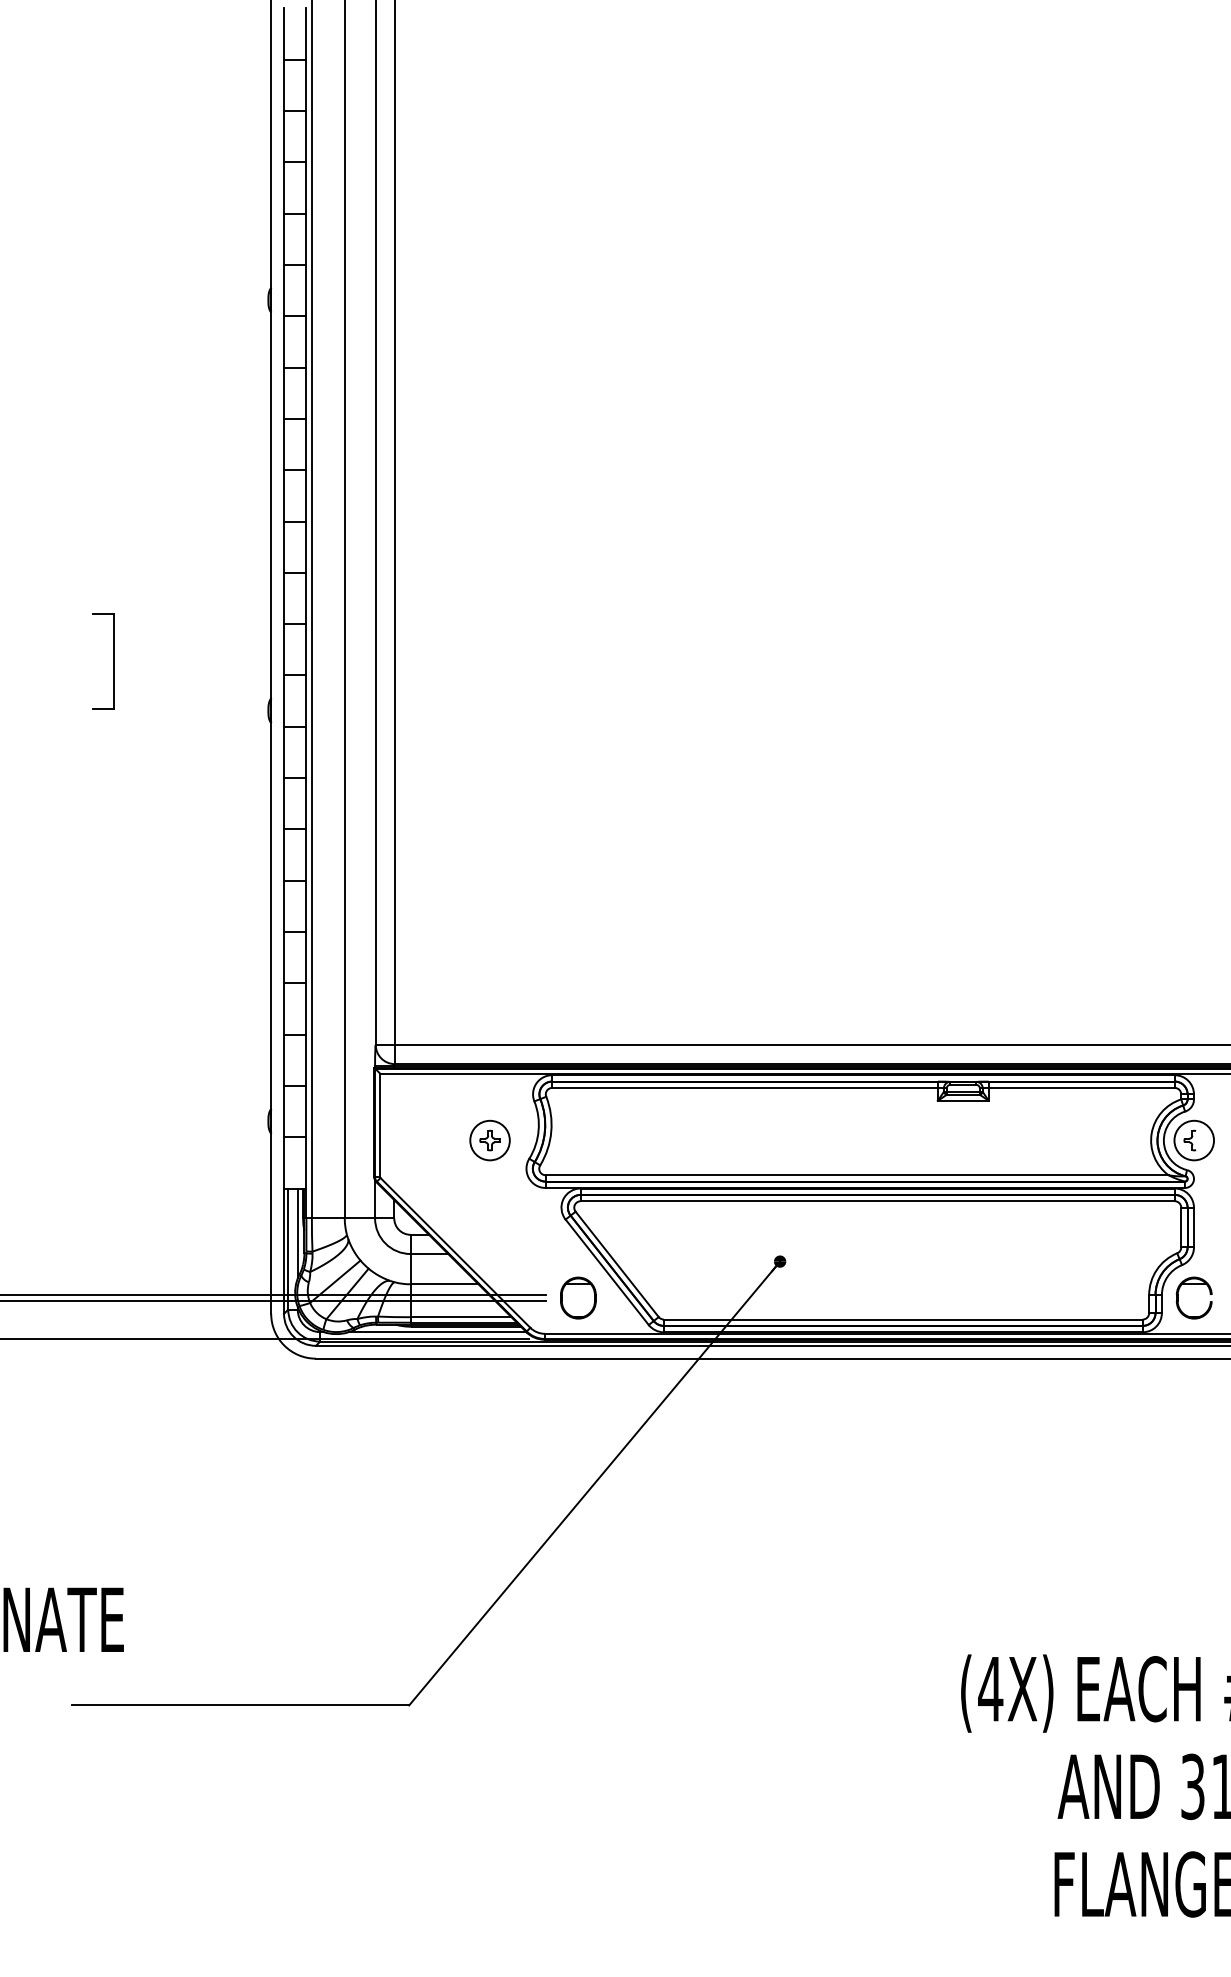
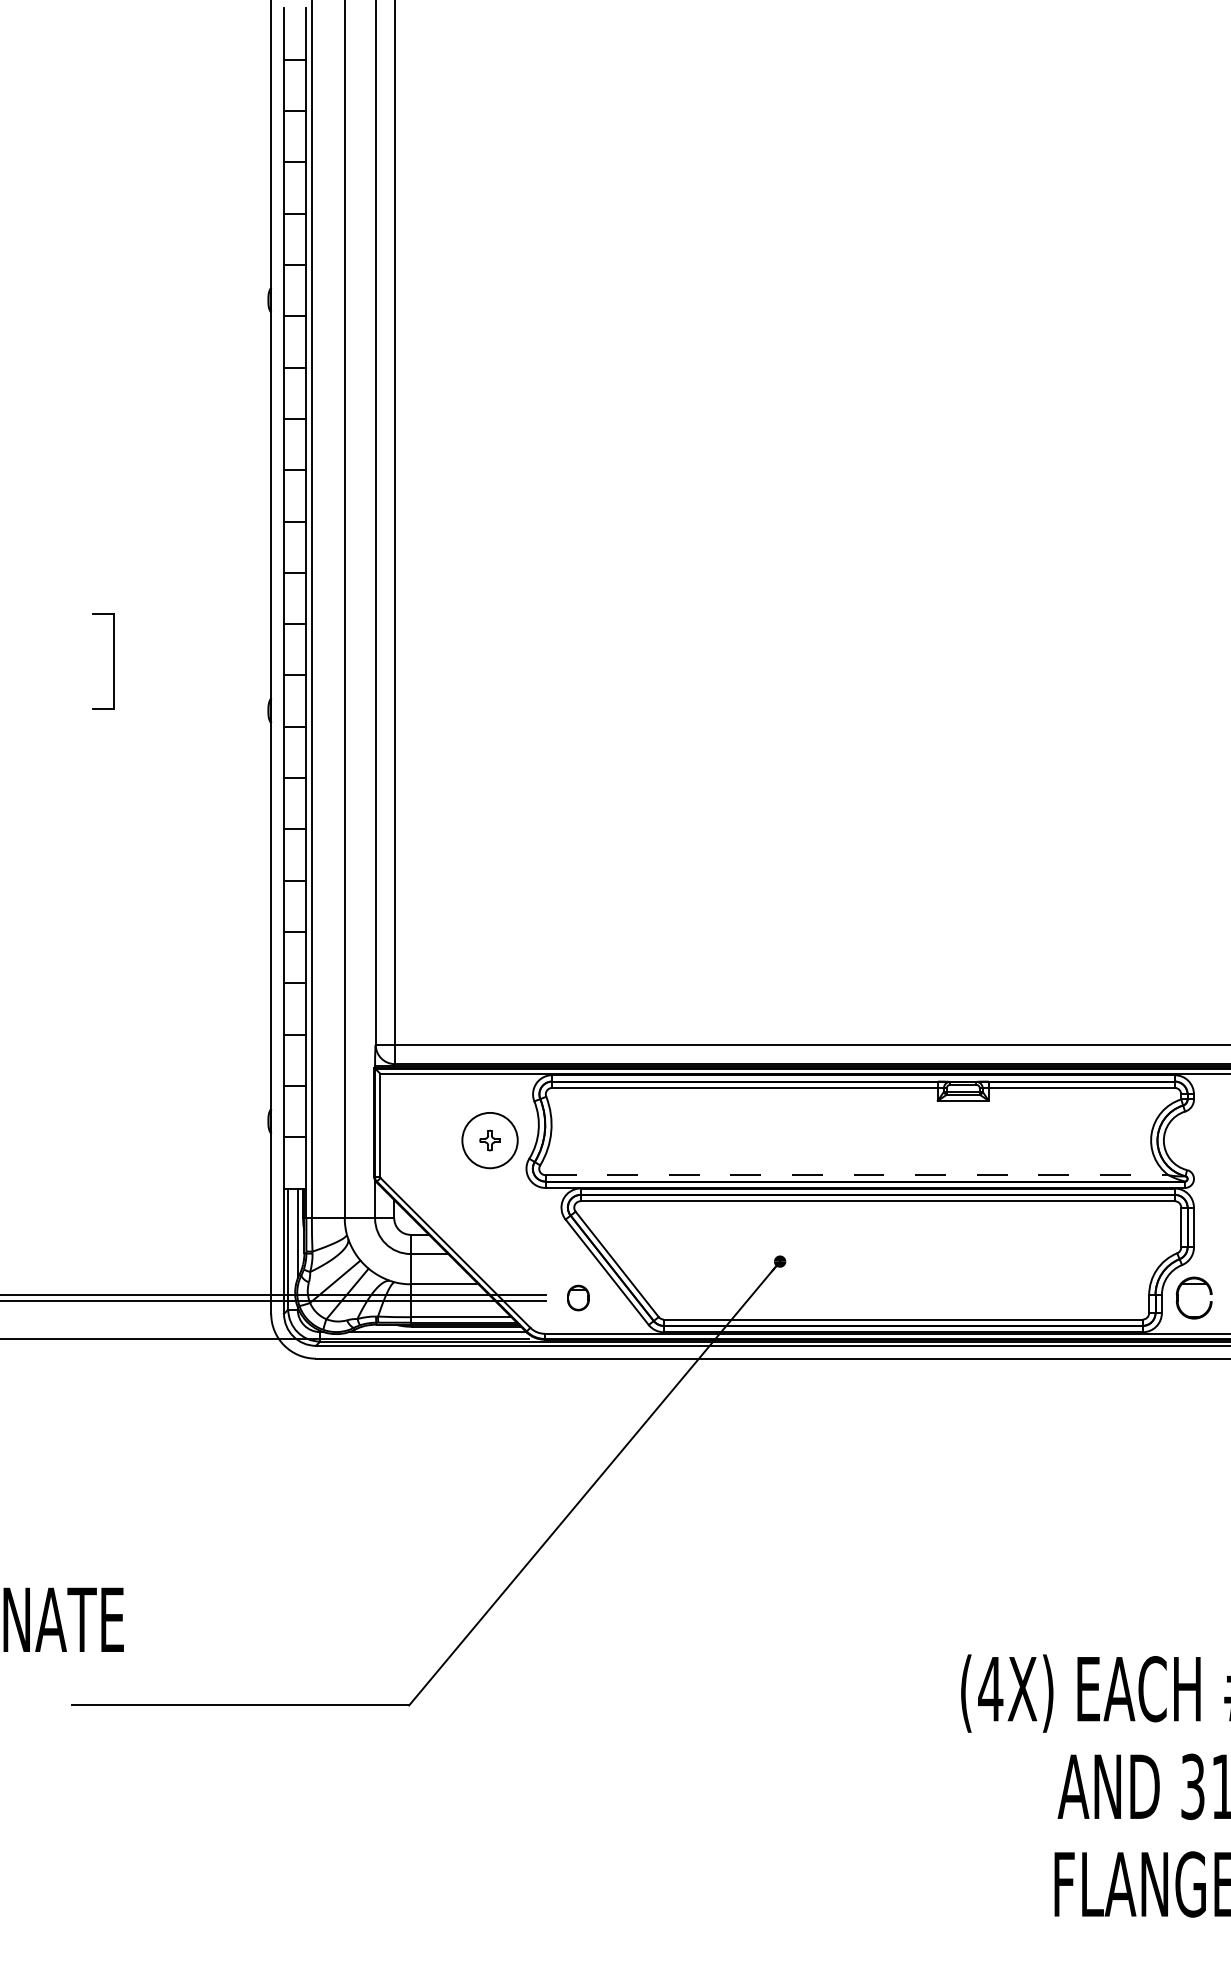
circle at (489, 1140) diameter: 40 px -> 55 px
part at (1193, 1140): present -> none
line at (857, 1175): solid -> dashed
part at (578, 1297) size: 37x44 px -> 23x28 px
